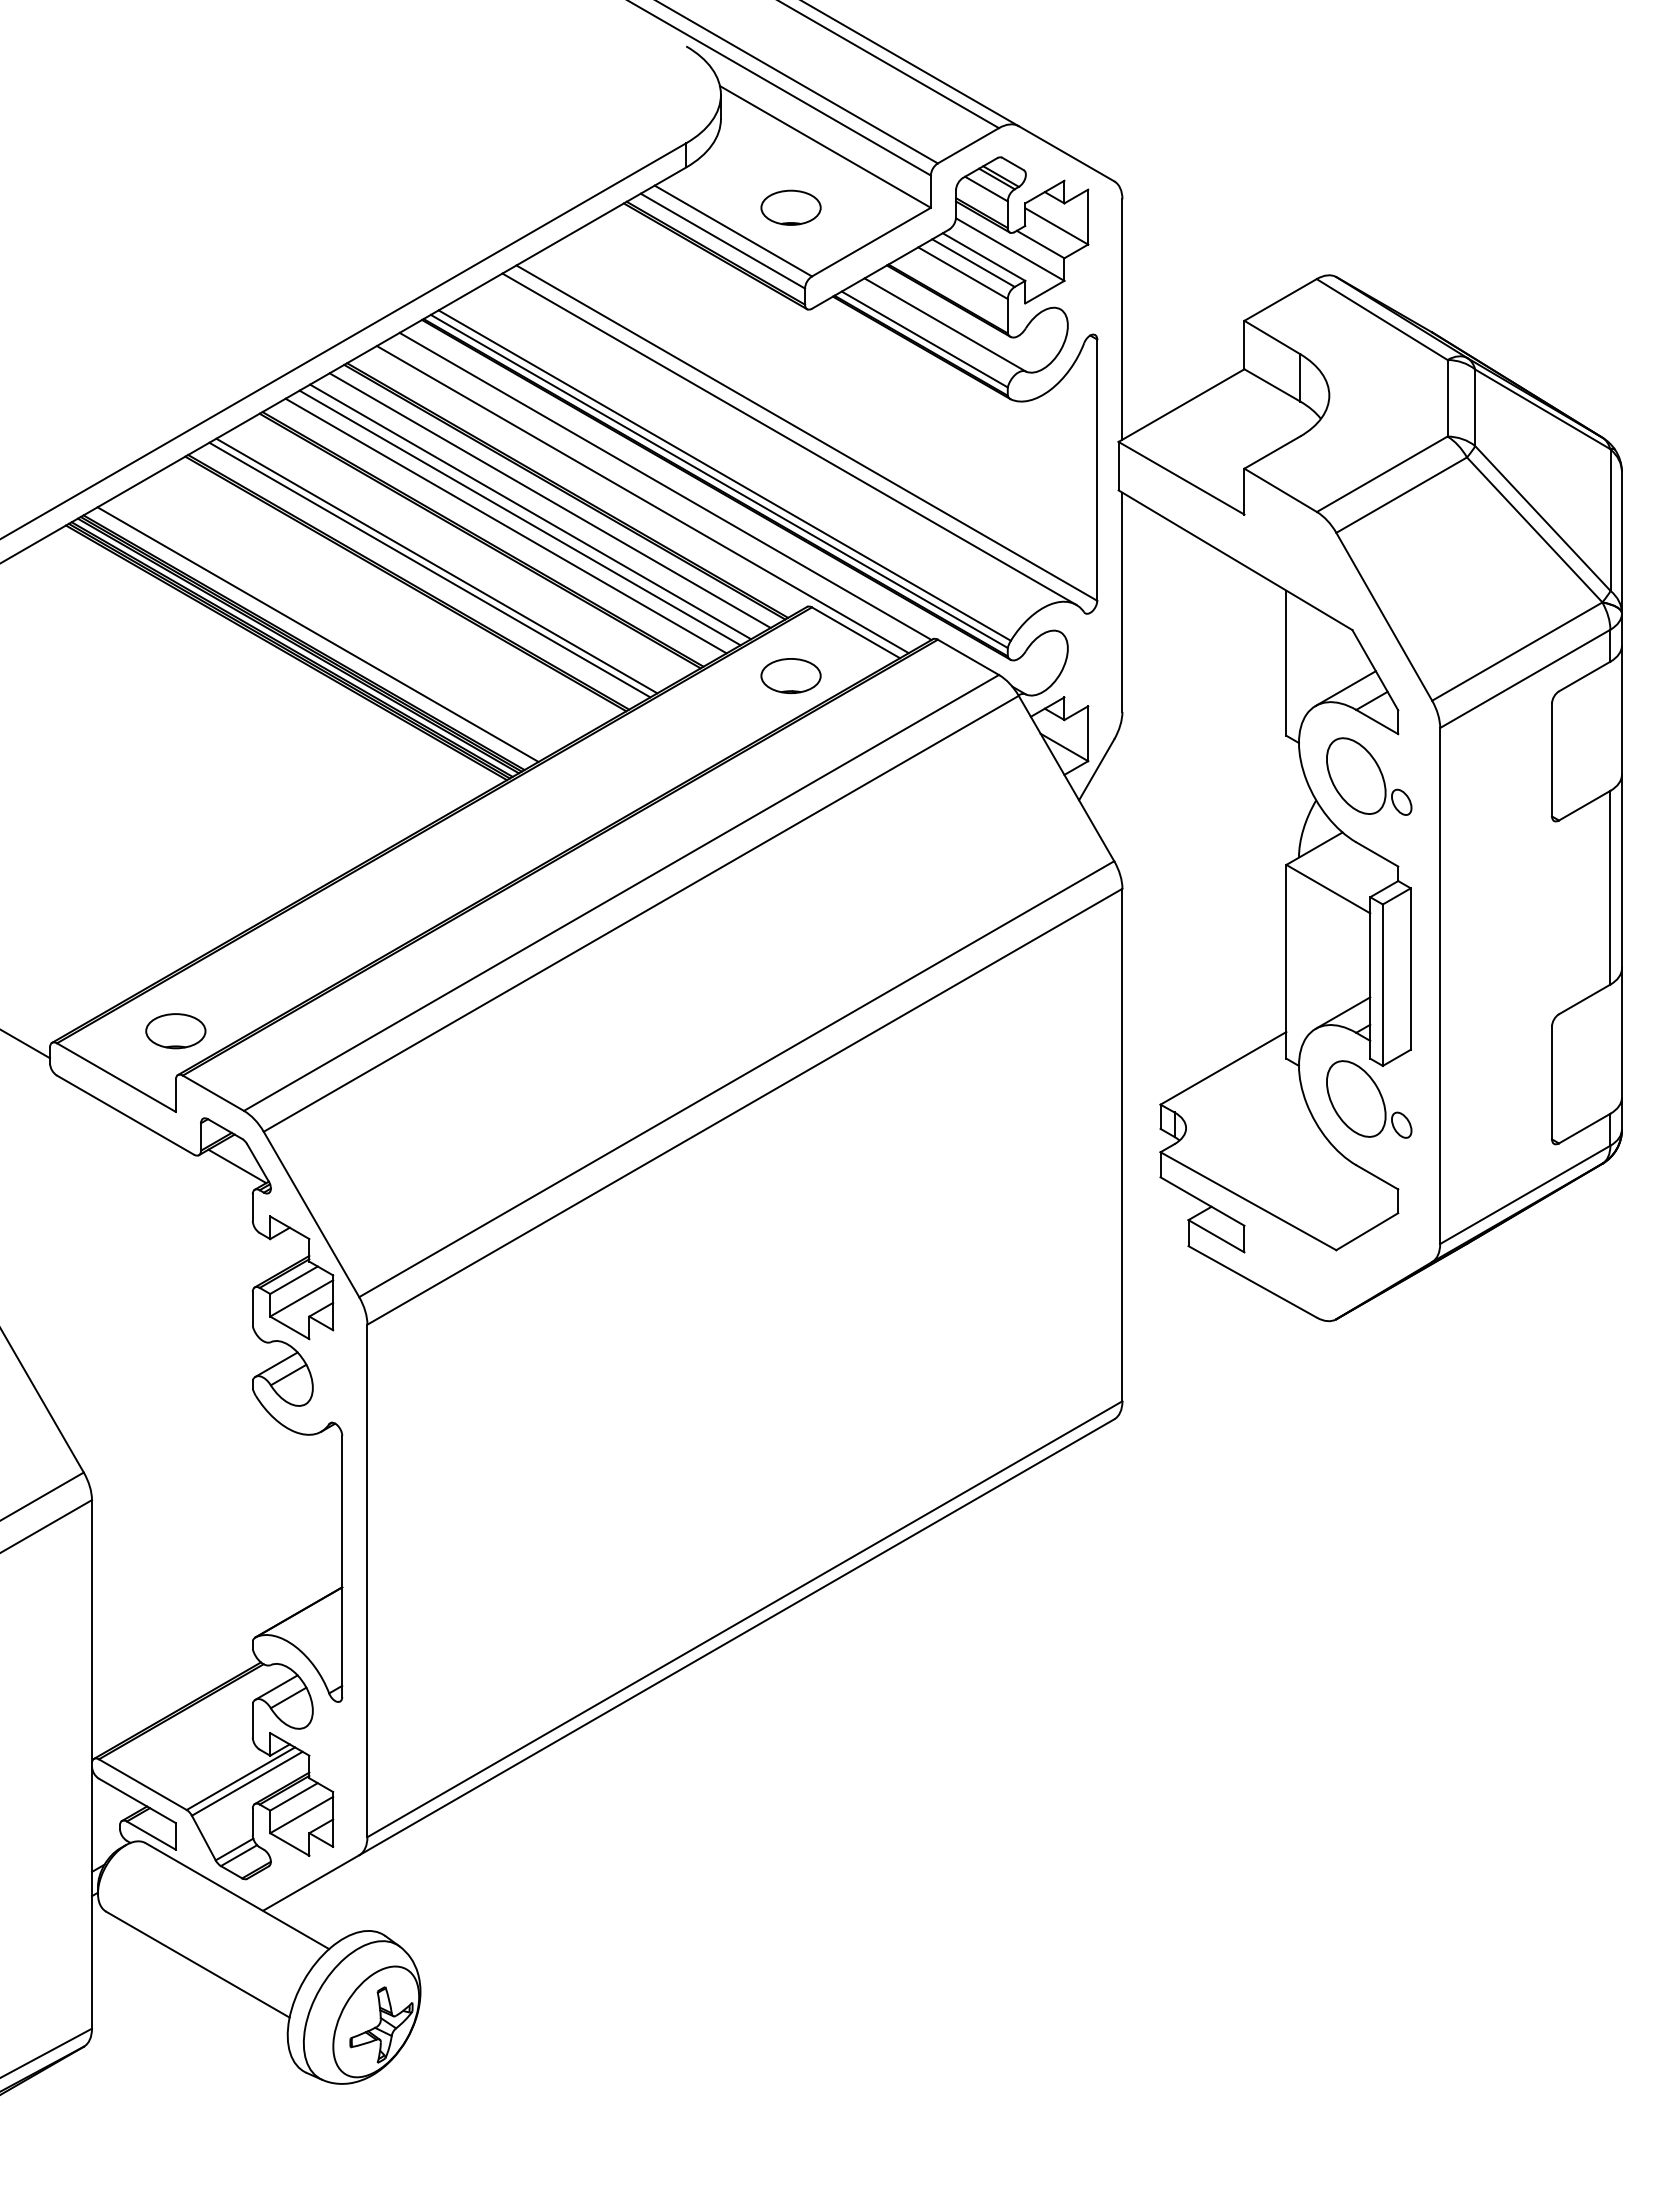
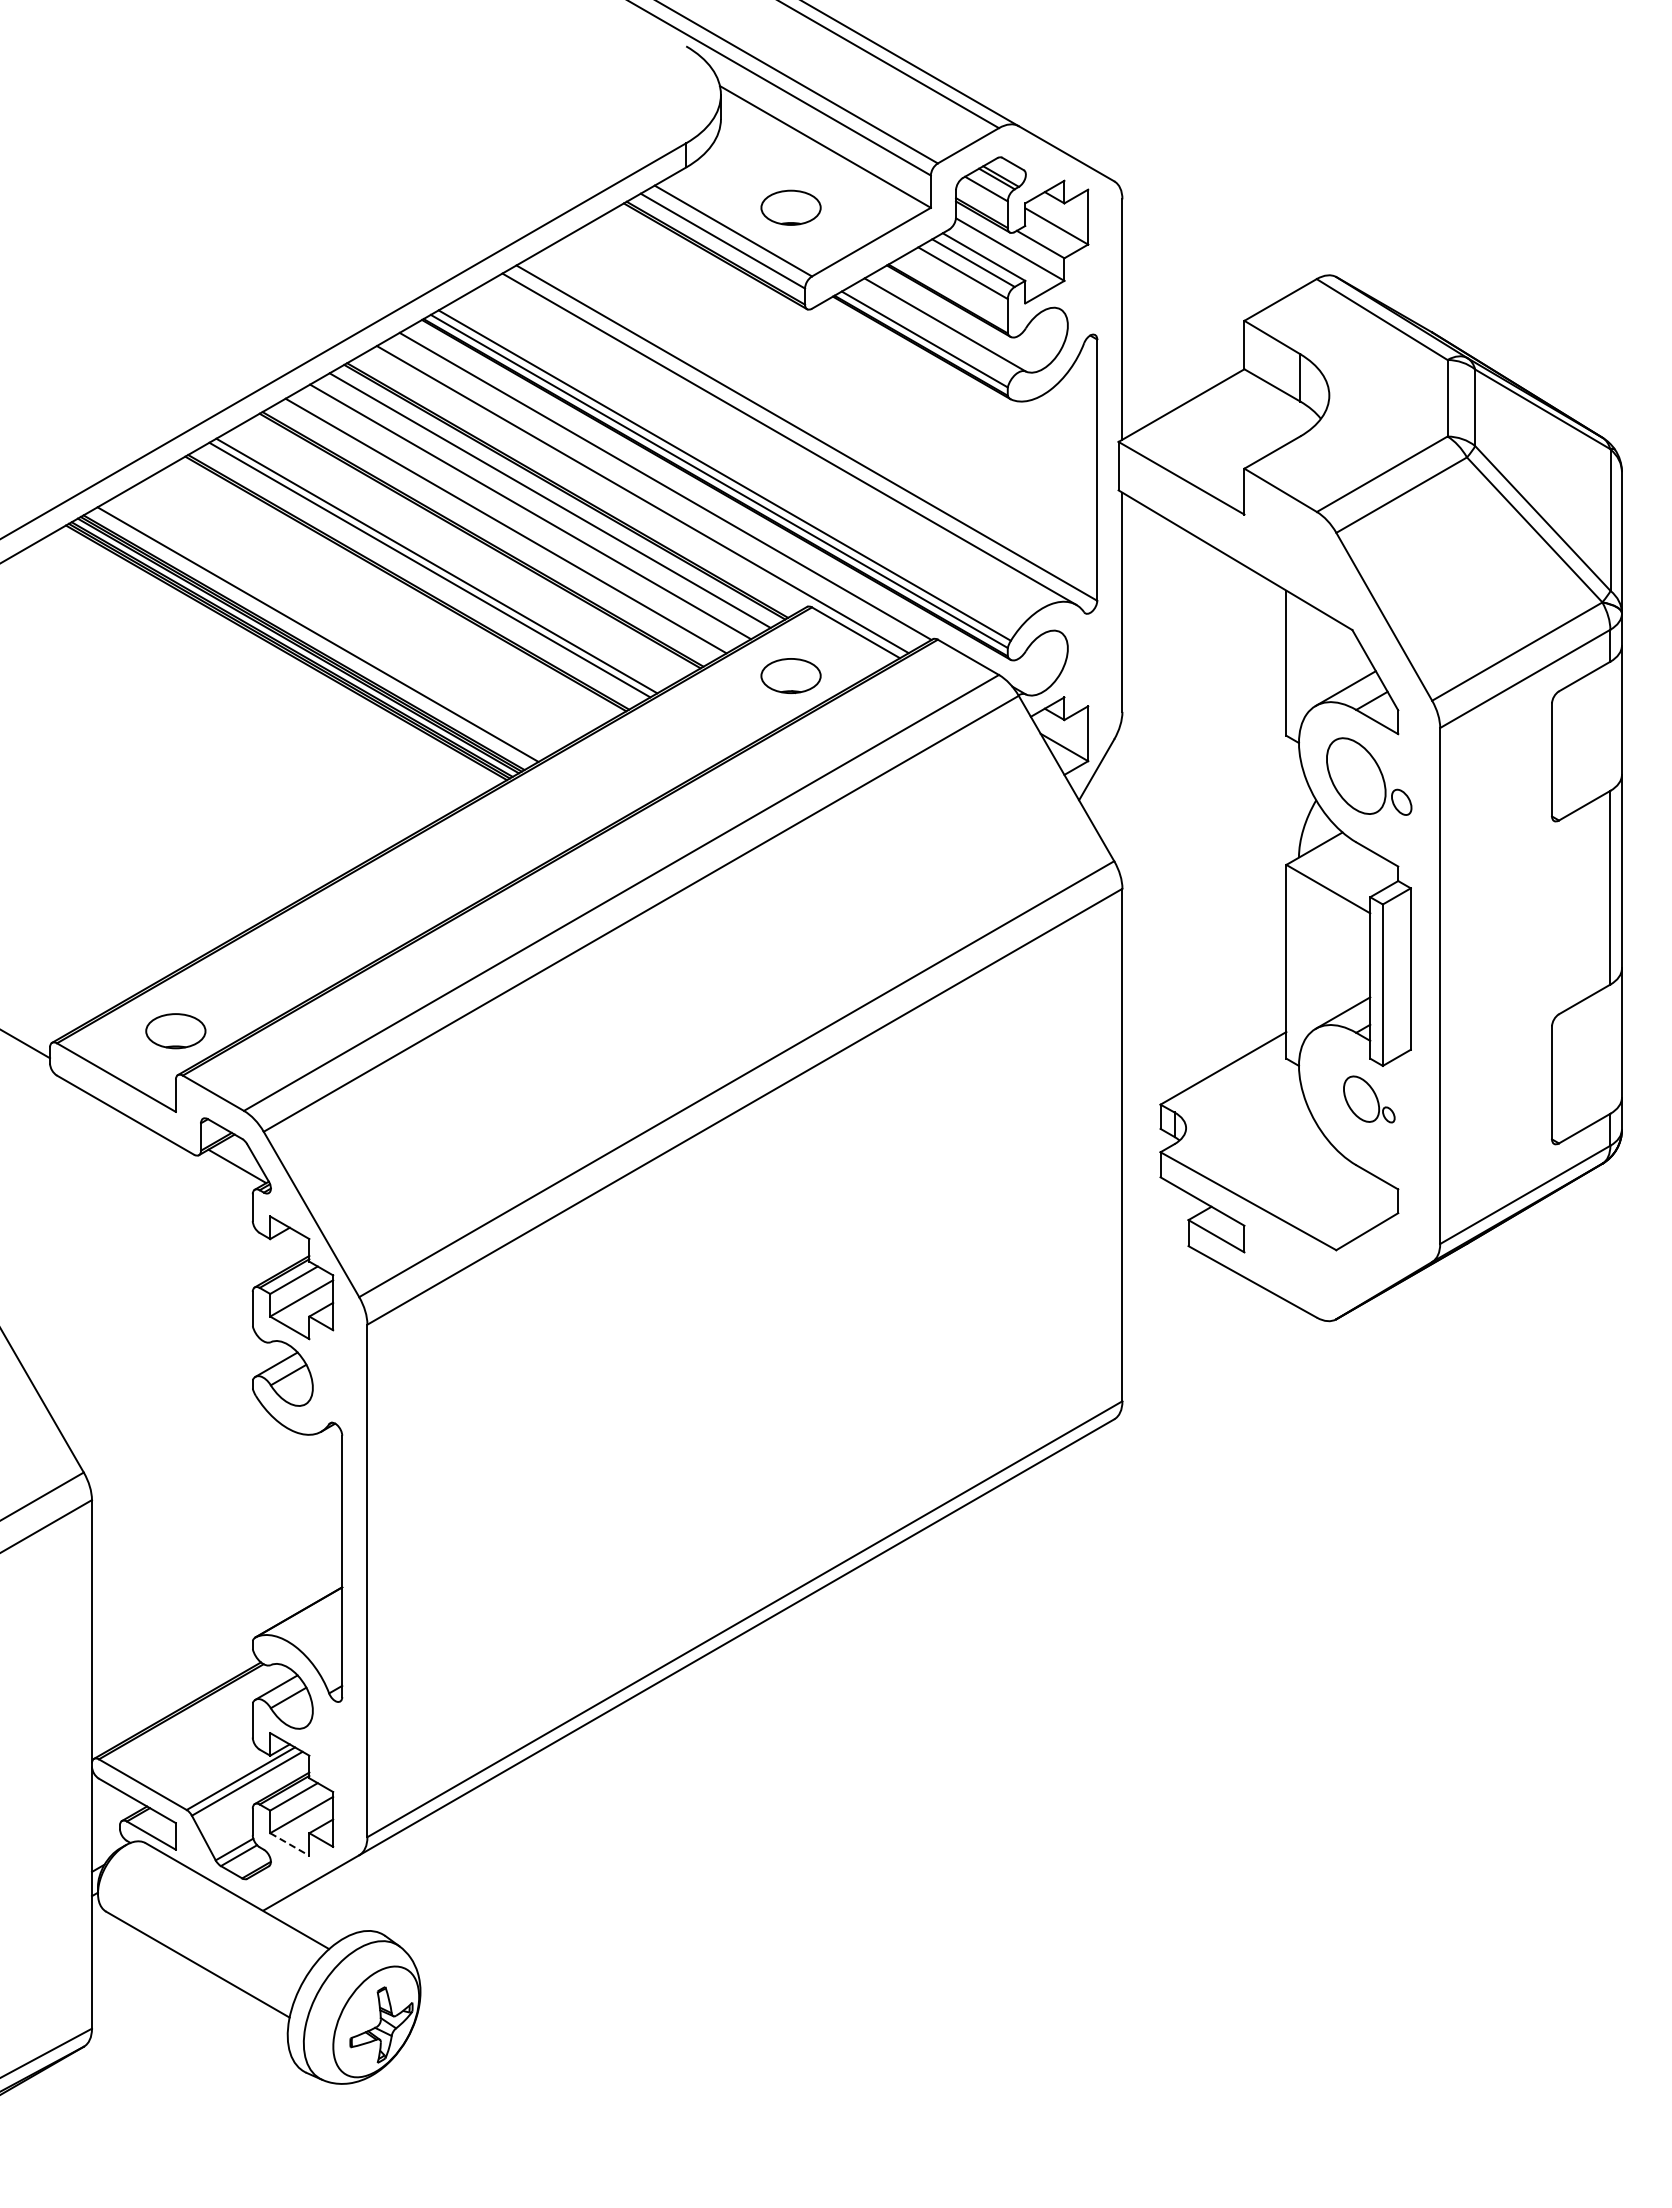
line at (519, 517): present -> none
part at (1369, 1099) size: 87x79 px -> 53x49 px
line at (289, 1844): solid -> dashed
